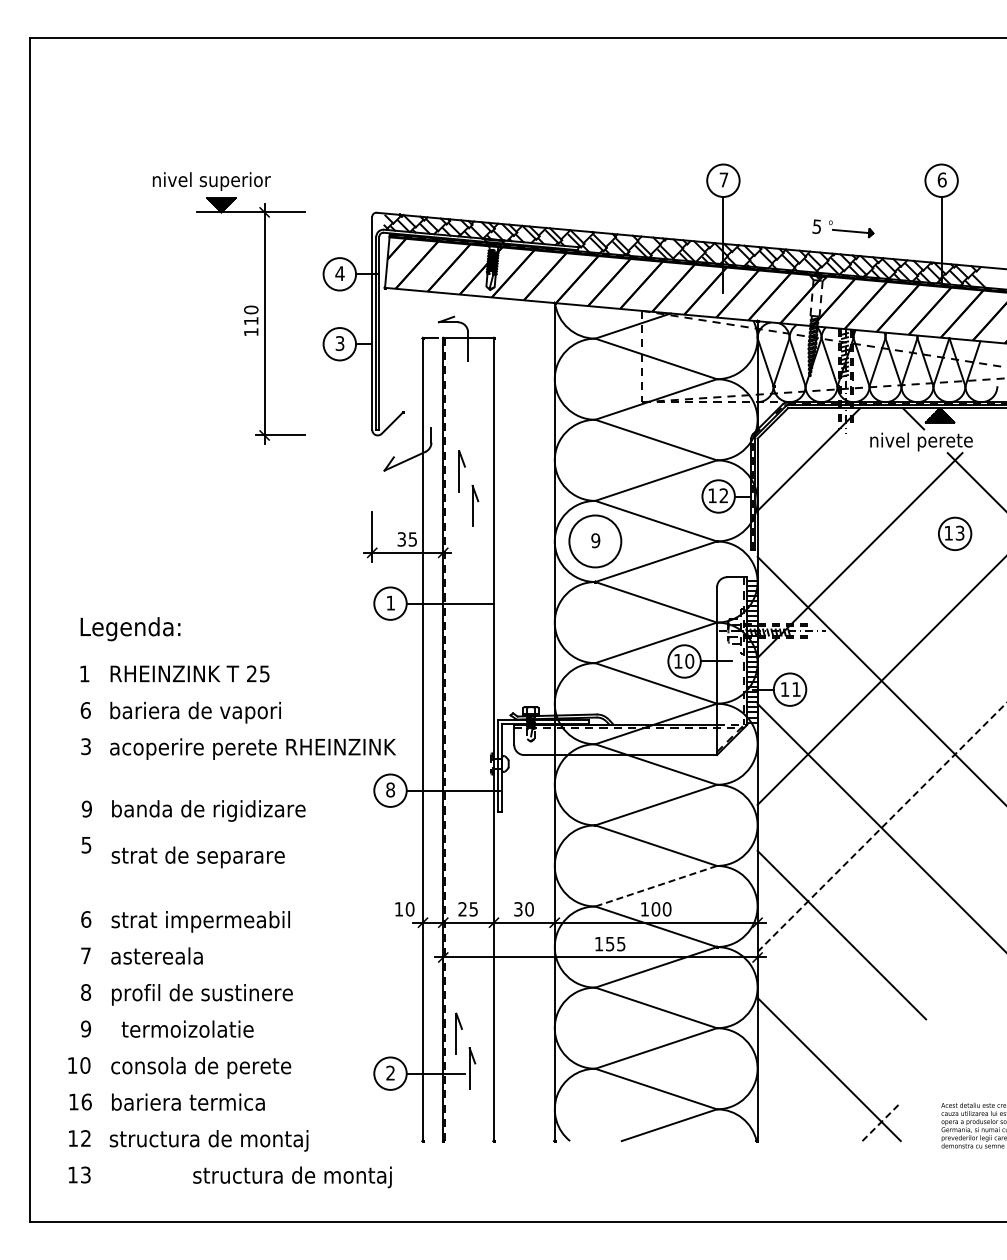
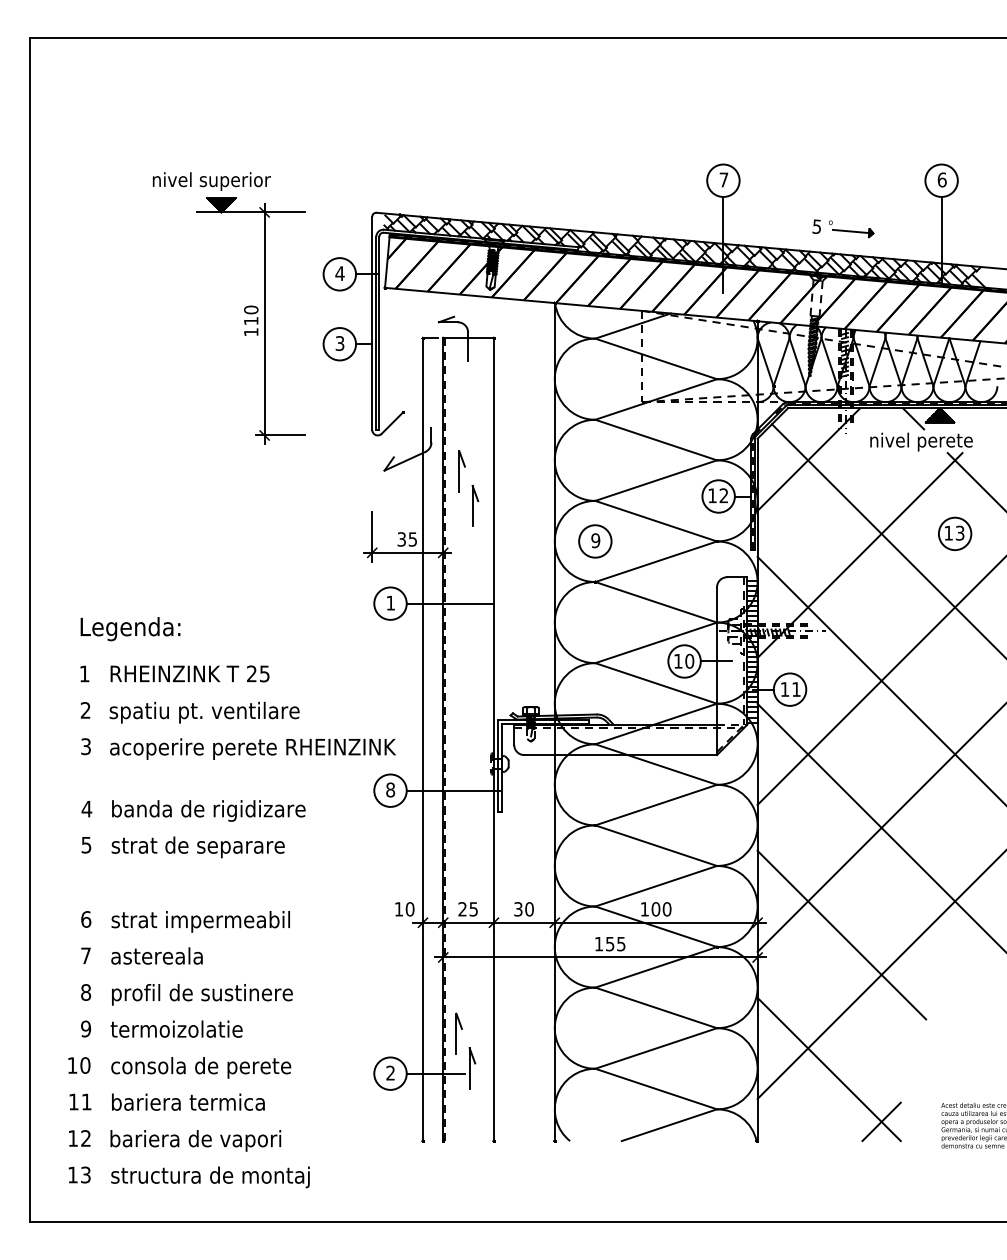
line at (887, 539): none -> present
circle at (595, 541) diameter: 52 px -> 32 px
text at (85, 710): 6 -> 2
text at (204, 712): bariera de vapori -> spatiu pt. ventilare
text at (86, 808): 9 -> 4
line at (882, 826): dashed -> solid
text at (197, 857) position: (197, 857) -> (197, 847)
line at (655, 886): dashed -> solid
line at (880, 975): none -> present
text at (187, 1028) position: (187, 1028) -> (176, 1028)
text at (86, 1101): 16 -> 11
line at (881, 1121): dashed -> solid
text at (208, 1140): structura de montaj -> bariera de vapori
text at (292, 1177) position: (292, 1177) -> (210, 1177)
